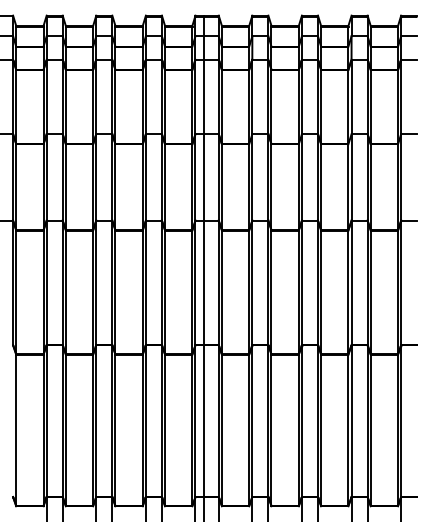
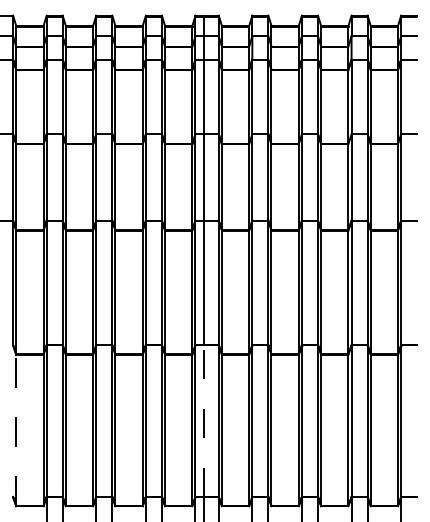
line at (203, 421): solid -> dashed
line at (16, 430): solid -> dashed
